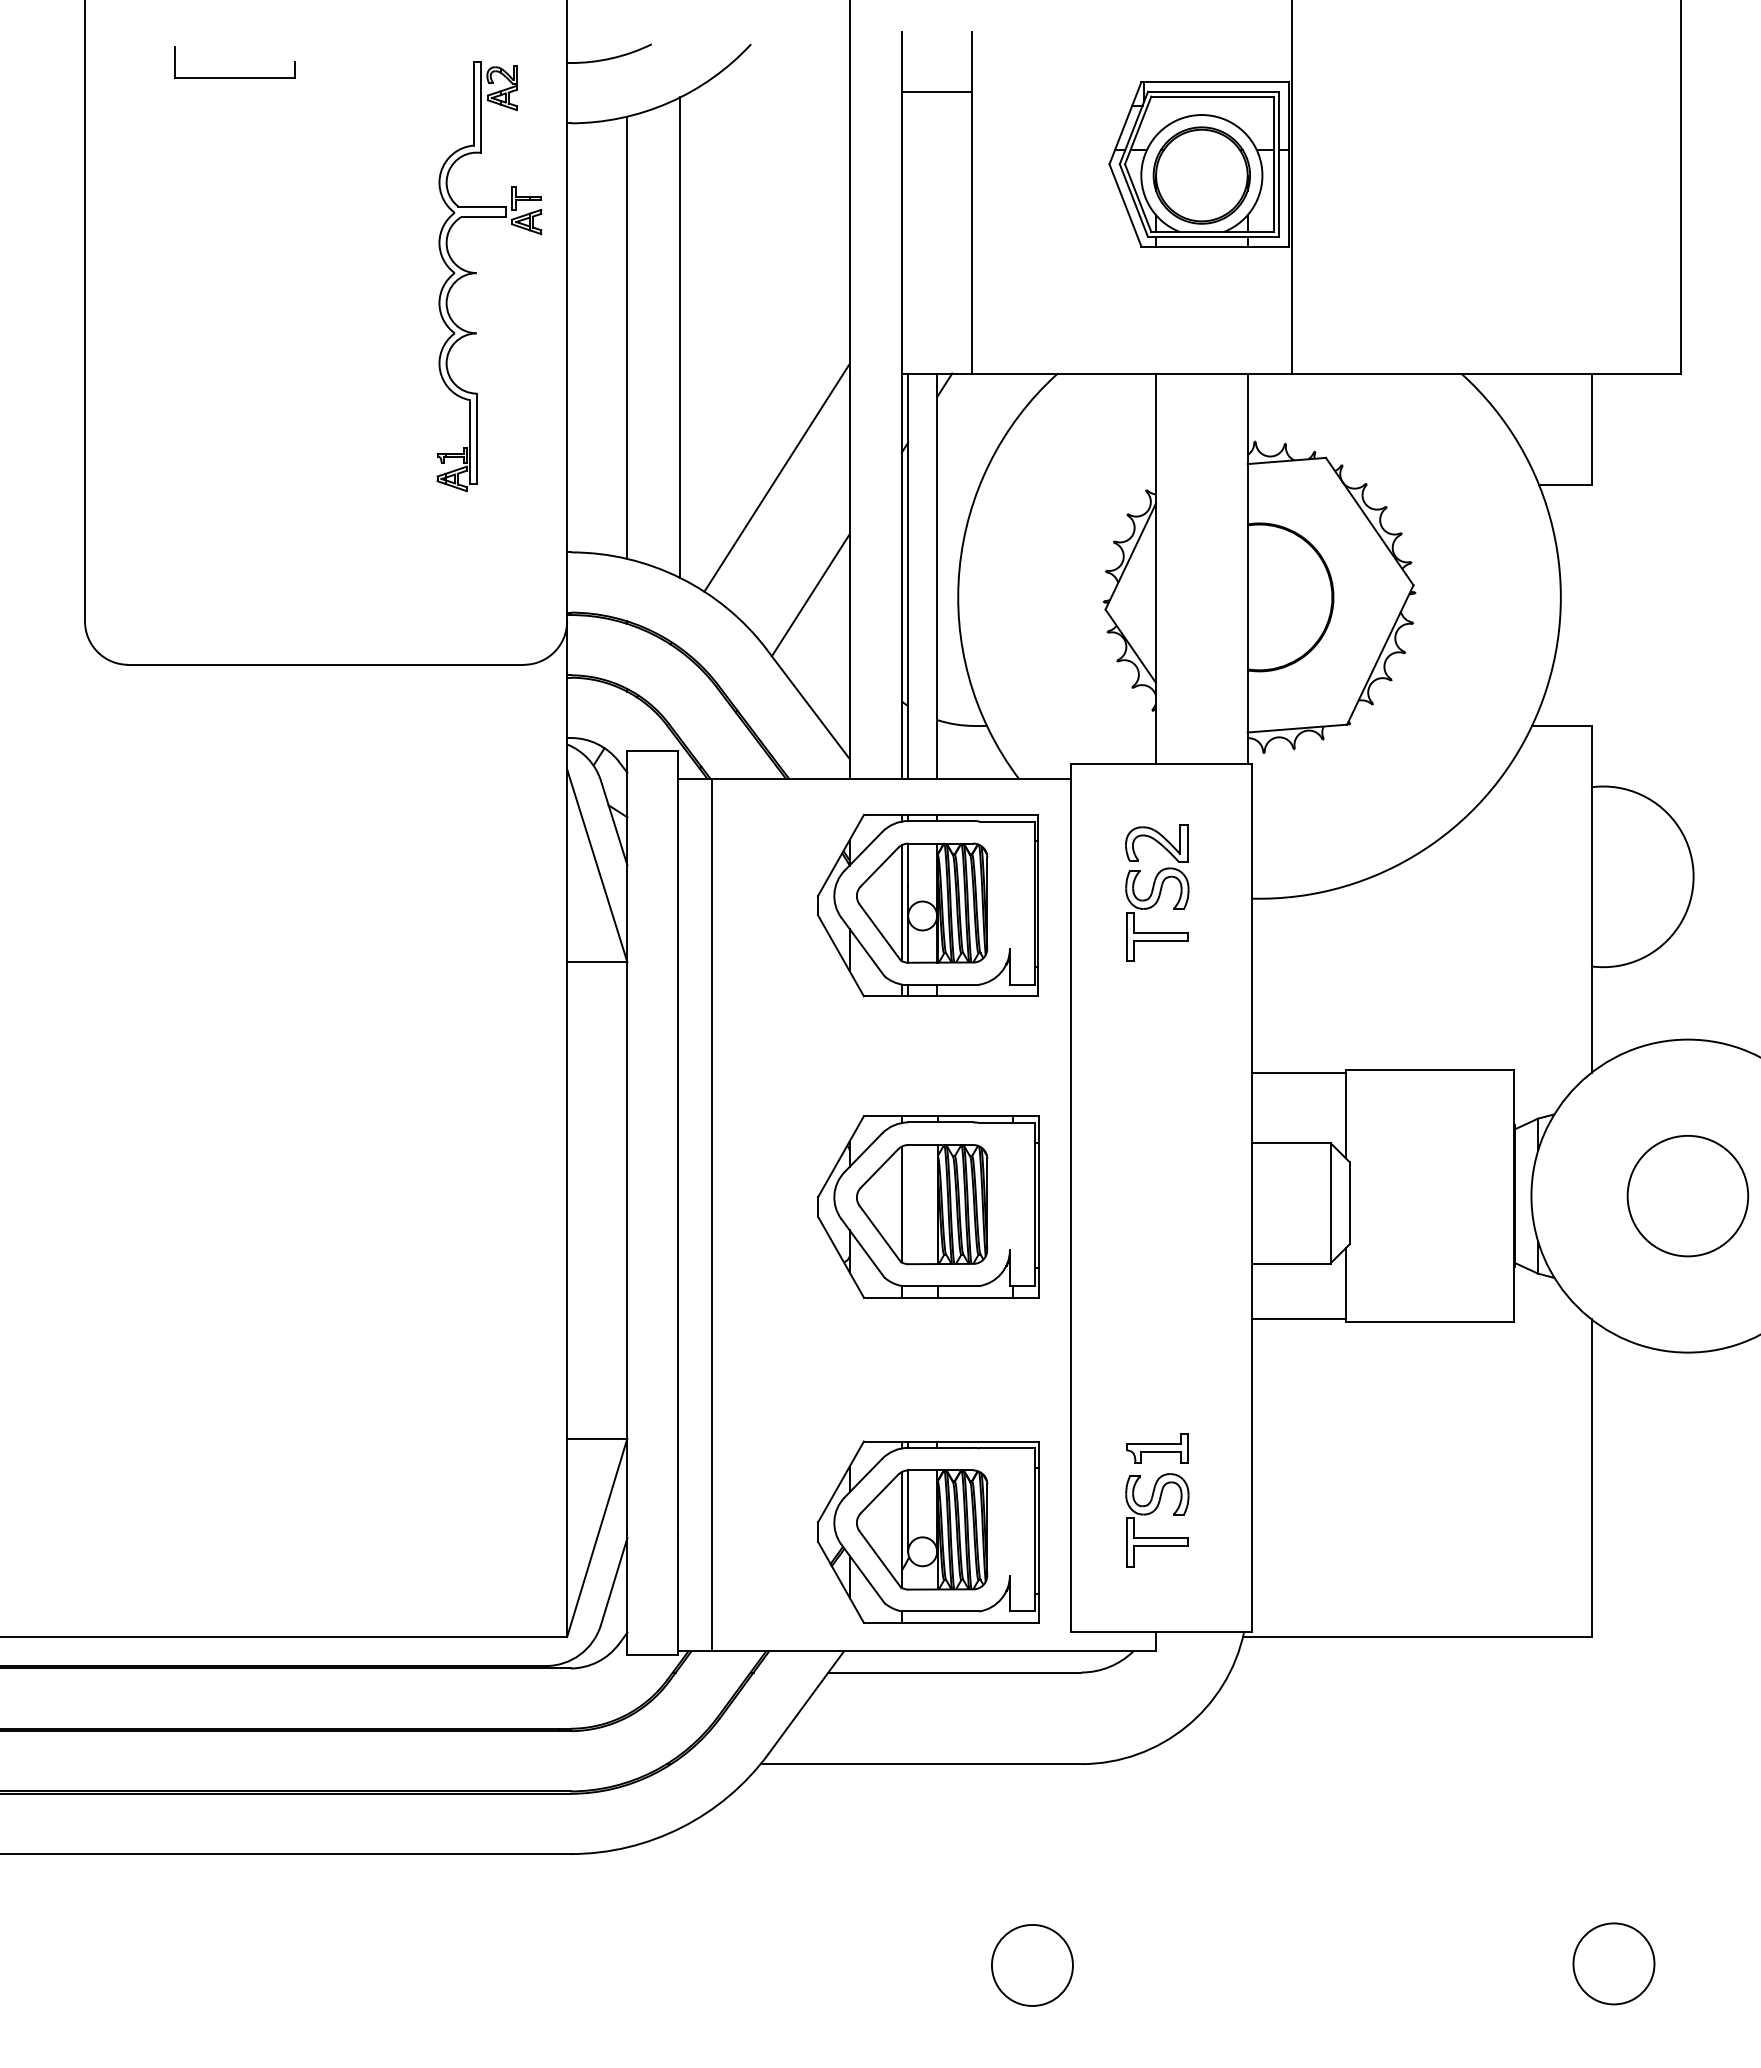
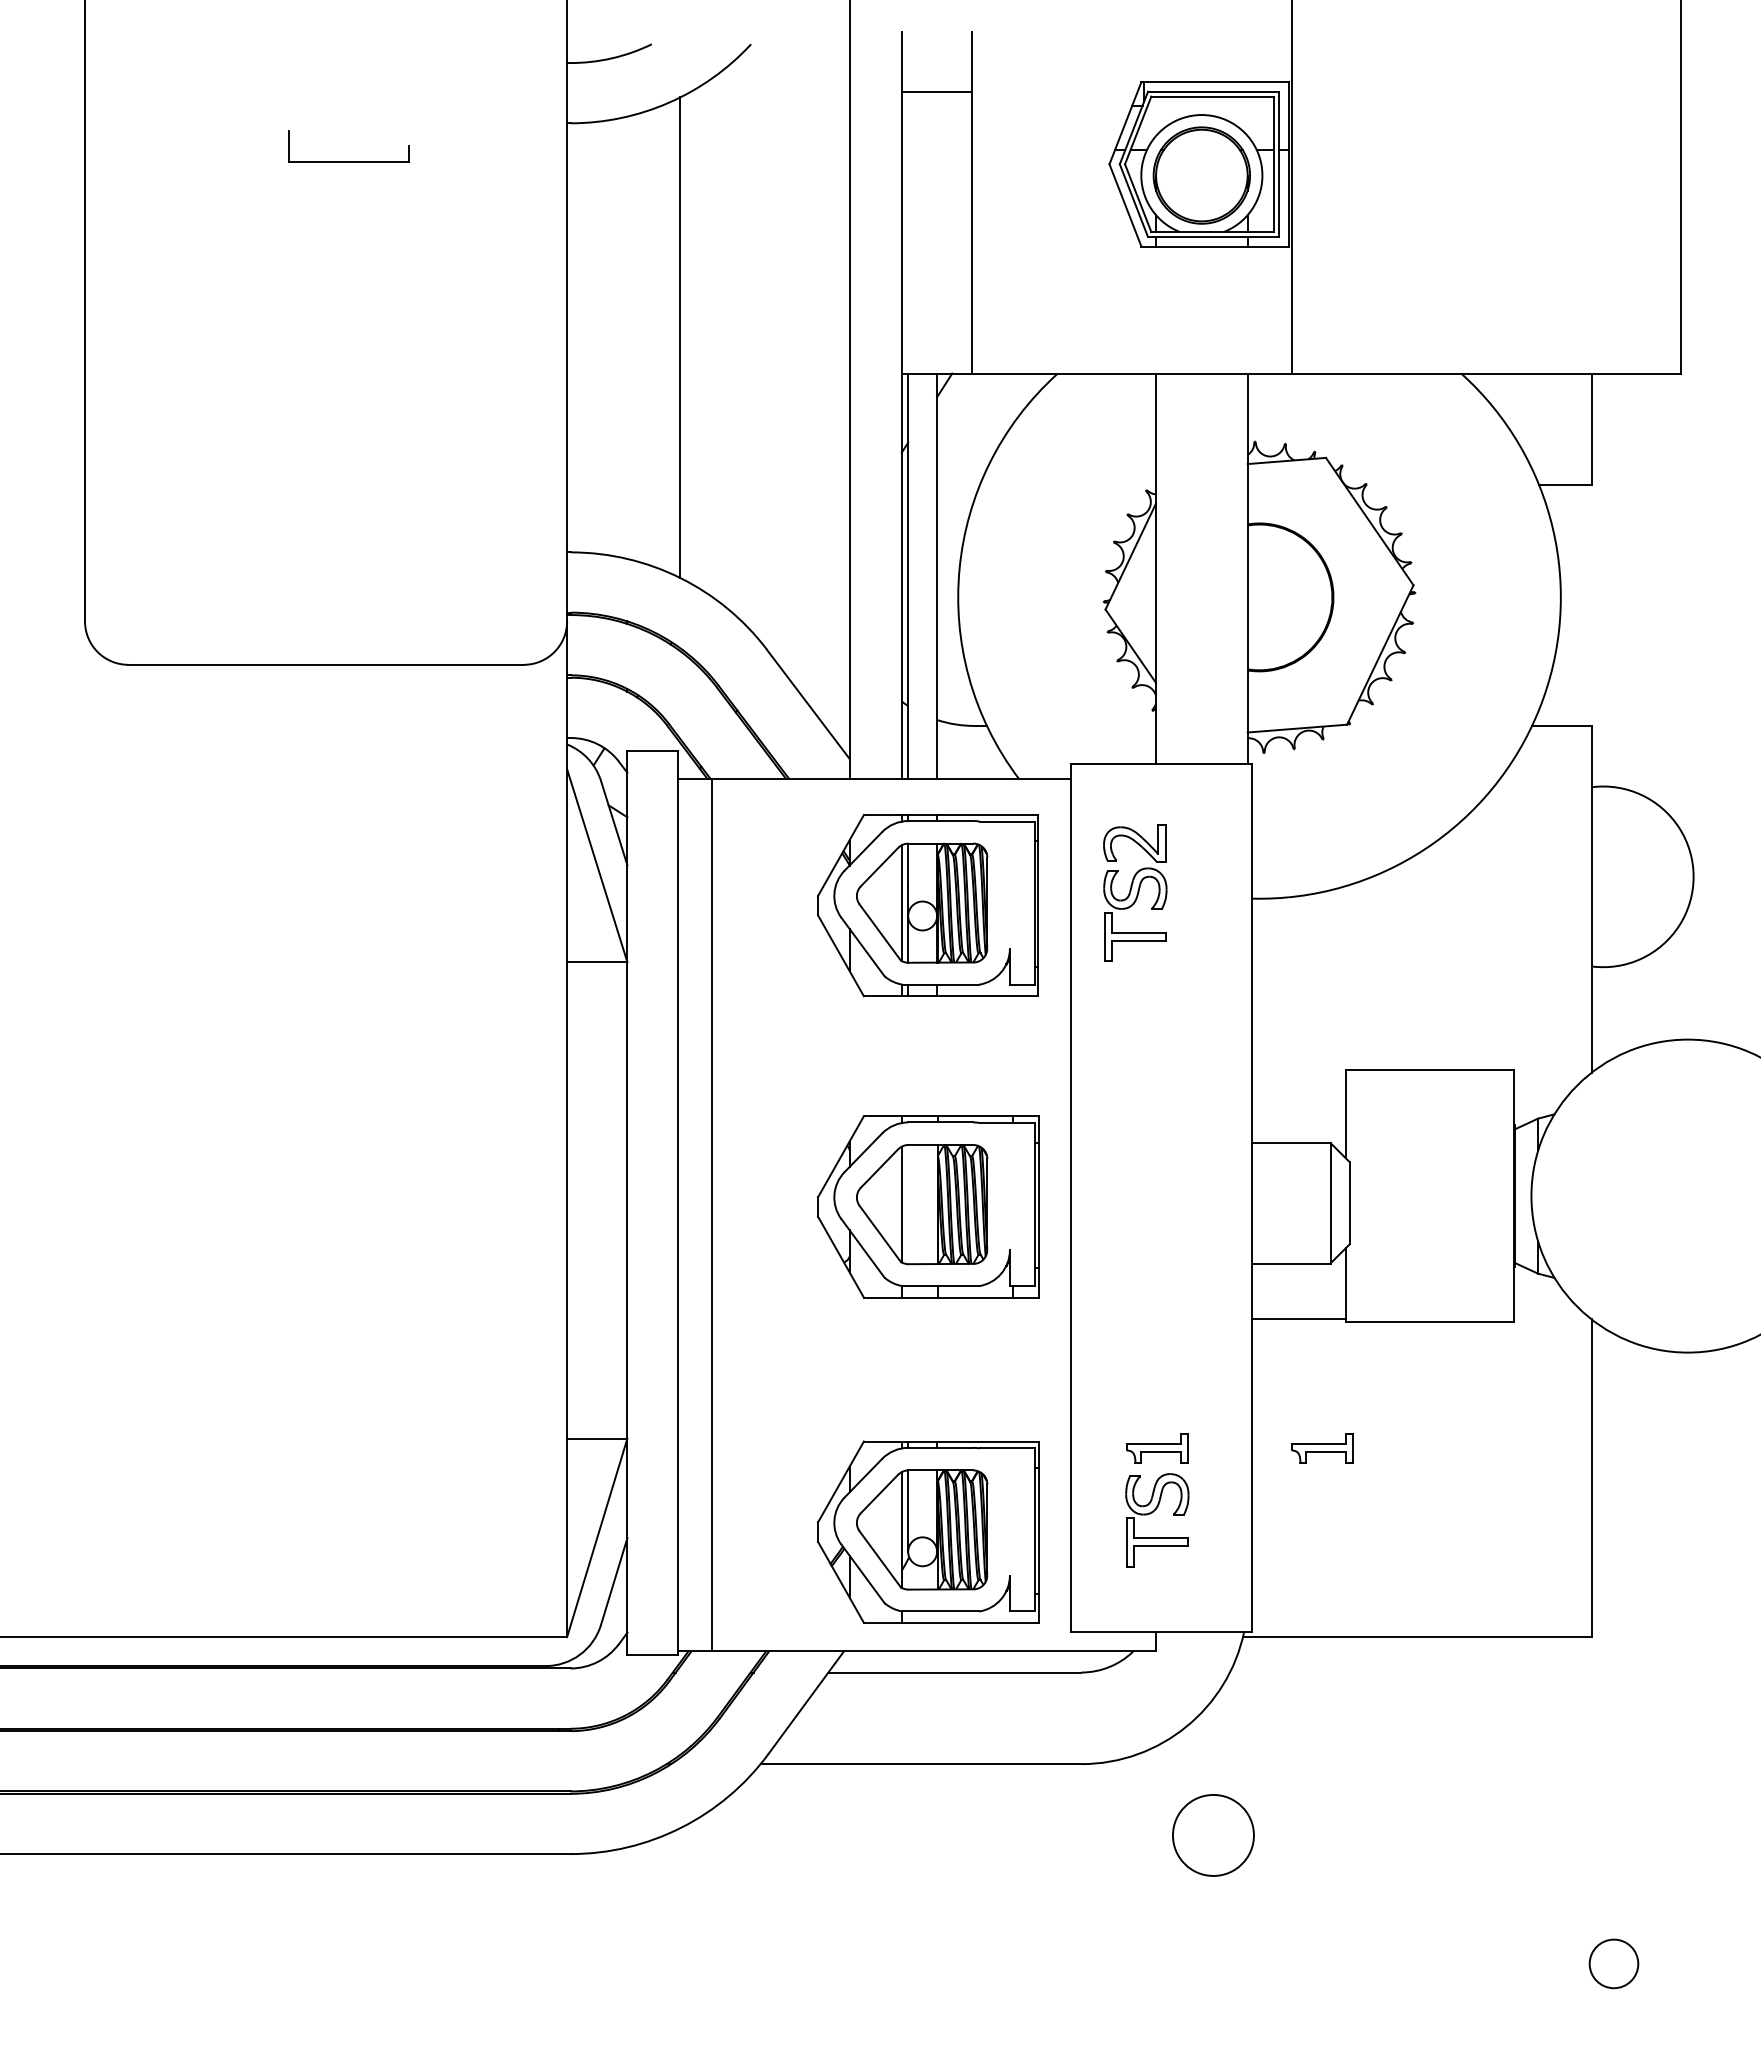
part at (234, 77) position: (234, 77) -> (348, 161)
part at (476, 273): present -> none
line at (627, 337): present -> none
line at (776, 477): present -> none
line at (810, 595): present -> none
part at (1157, 892) position: (1157, 892) -> (1135, 892)
line at (1298, 1073): present -> none
circle at (1687, 1196): present -> none
part at (1322, 1448): none -> present
circle at (1613, 1963) diameter: 81 px -> 49 px
circle at (1032, 1965) position: (1032, 1965) -> (1213, 1835)
